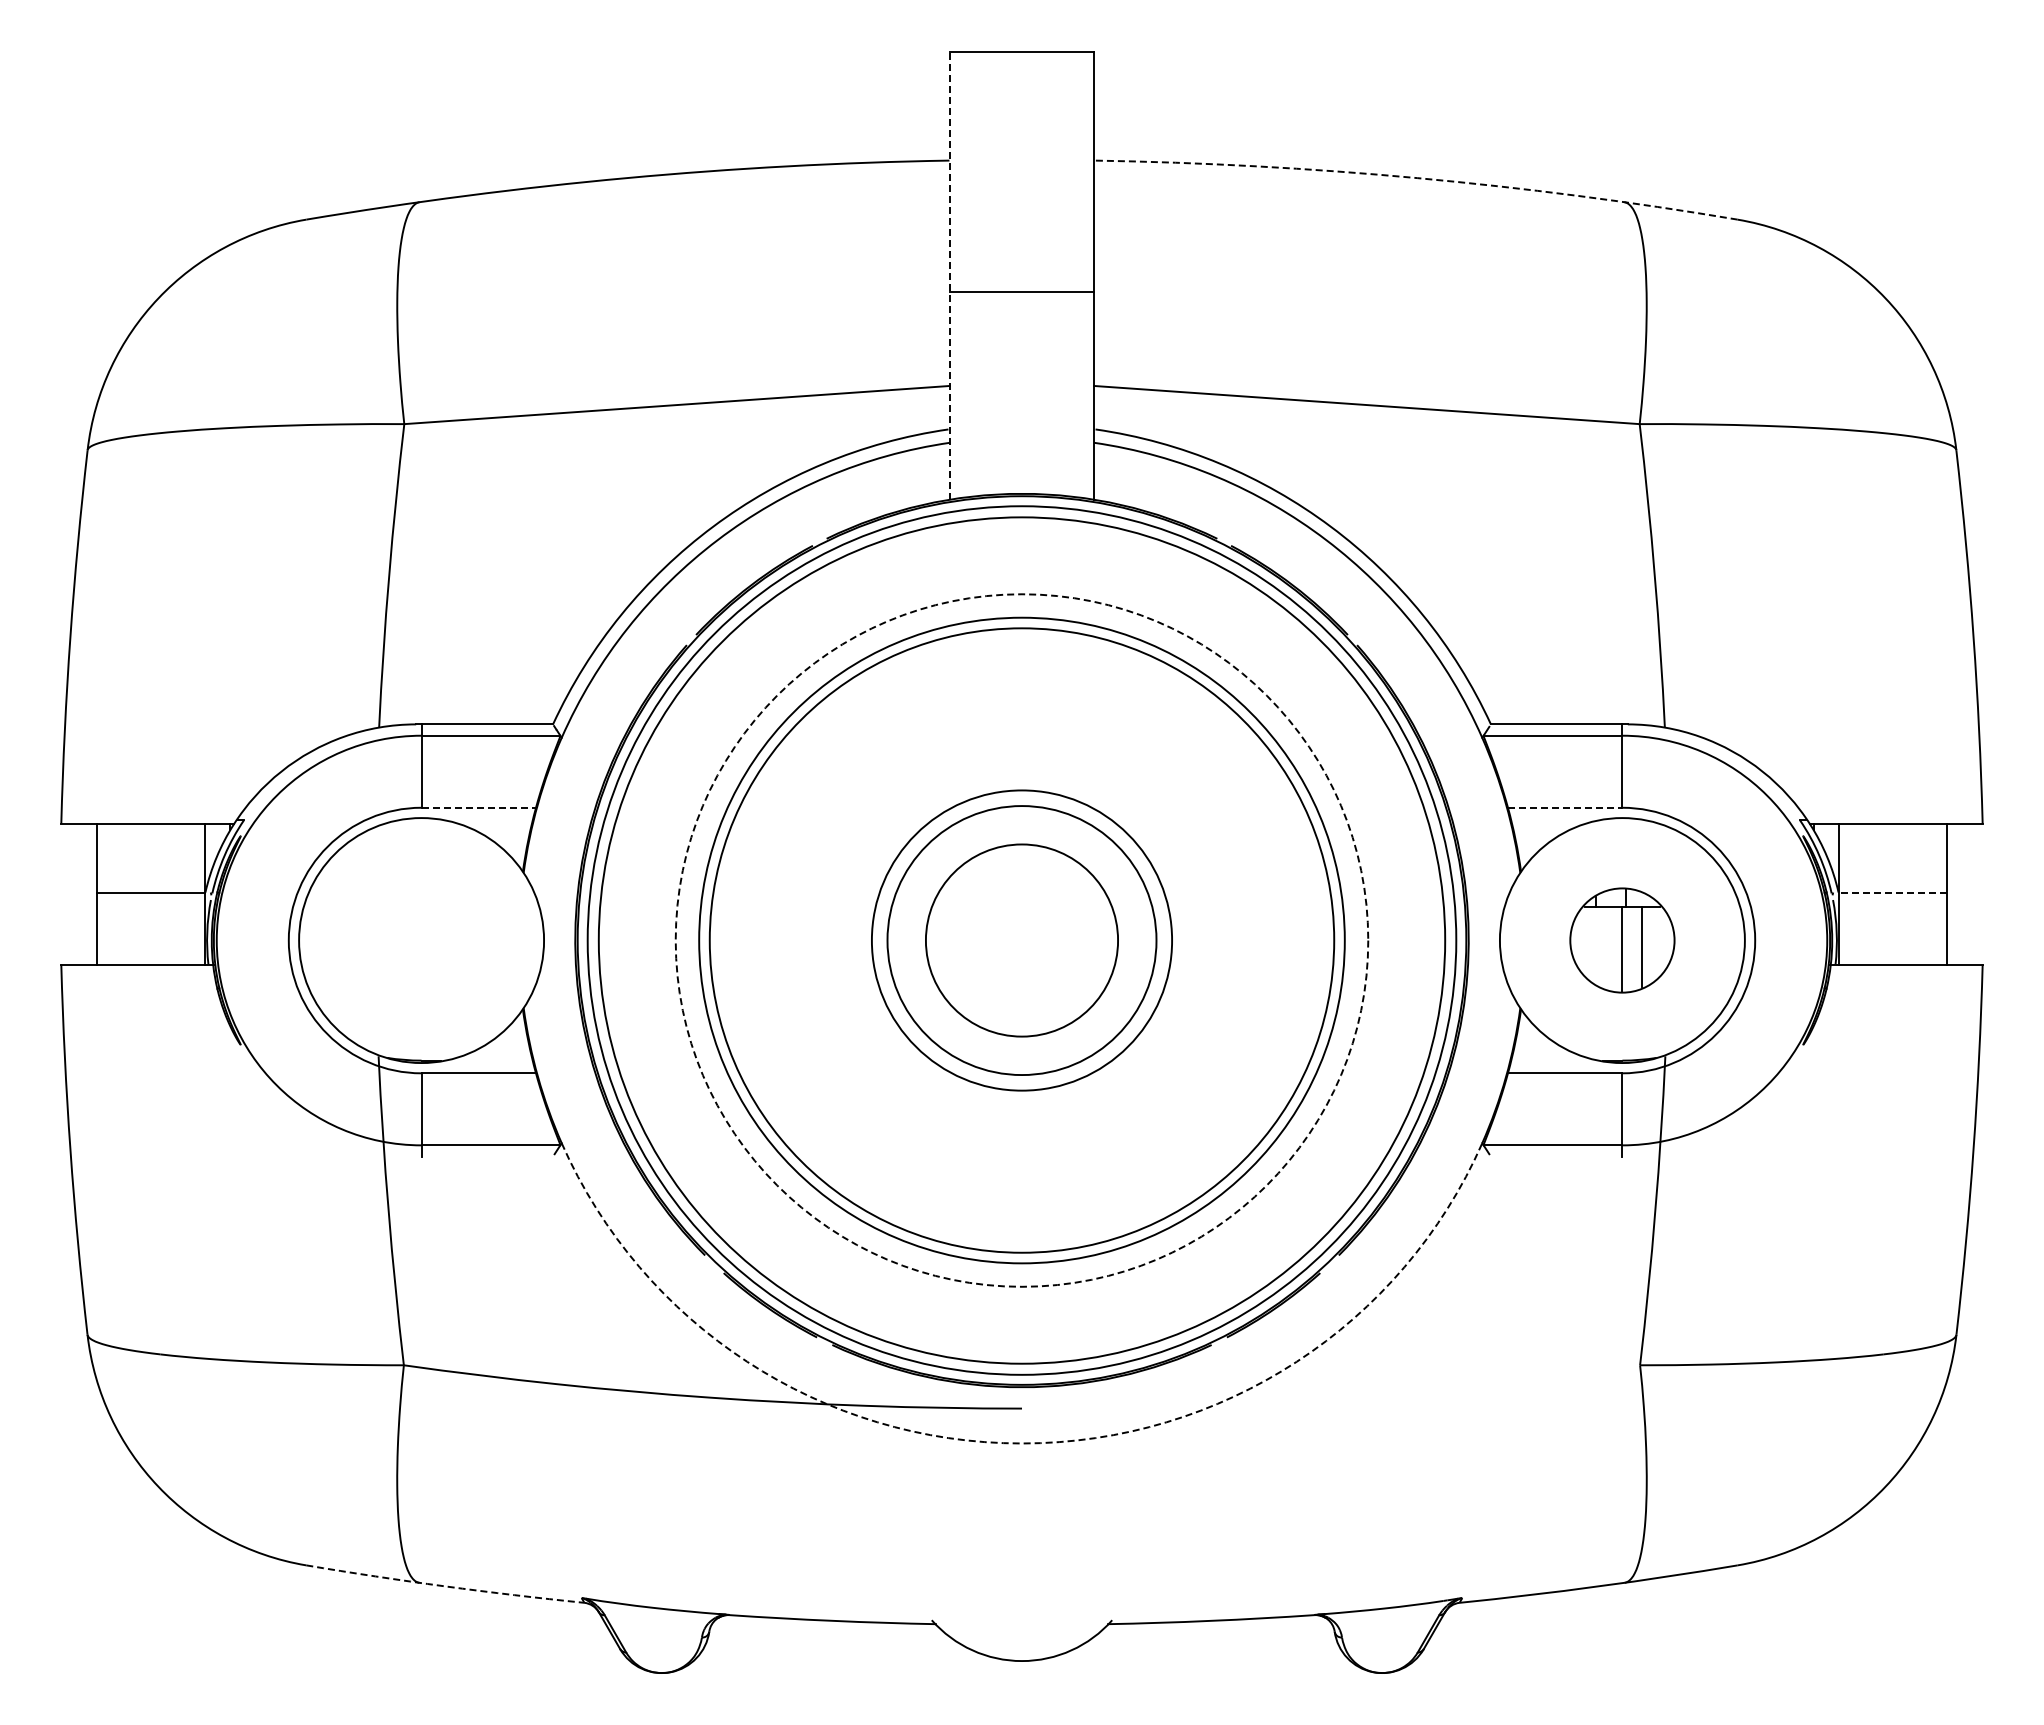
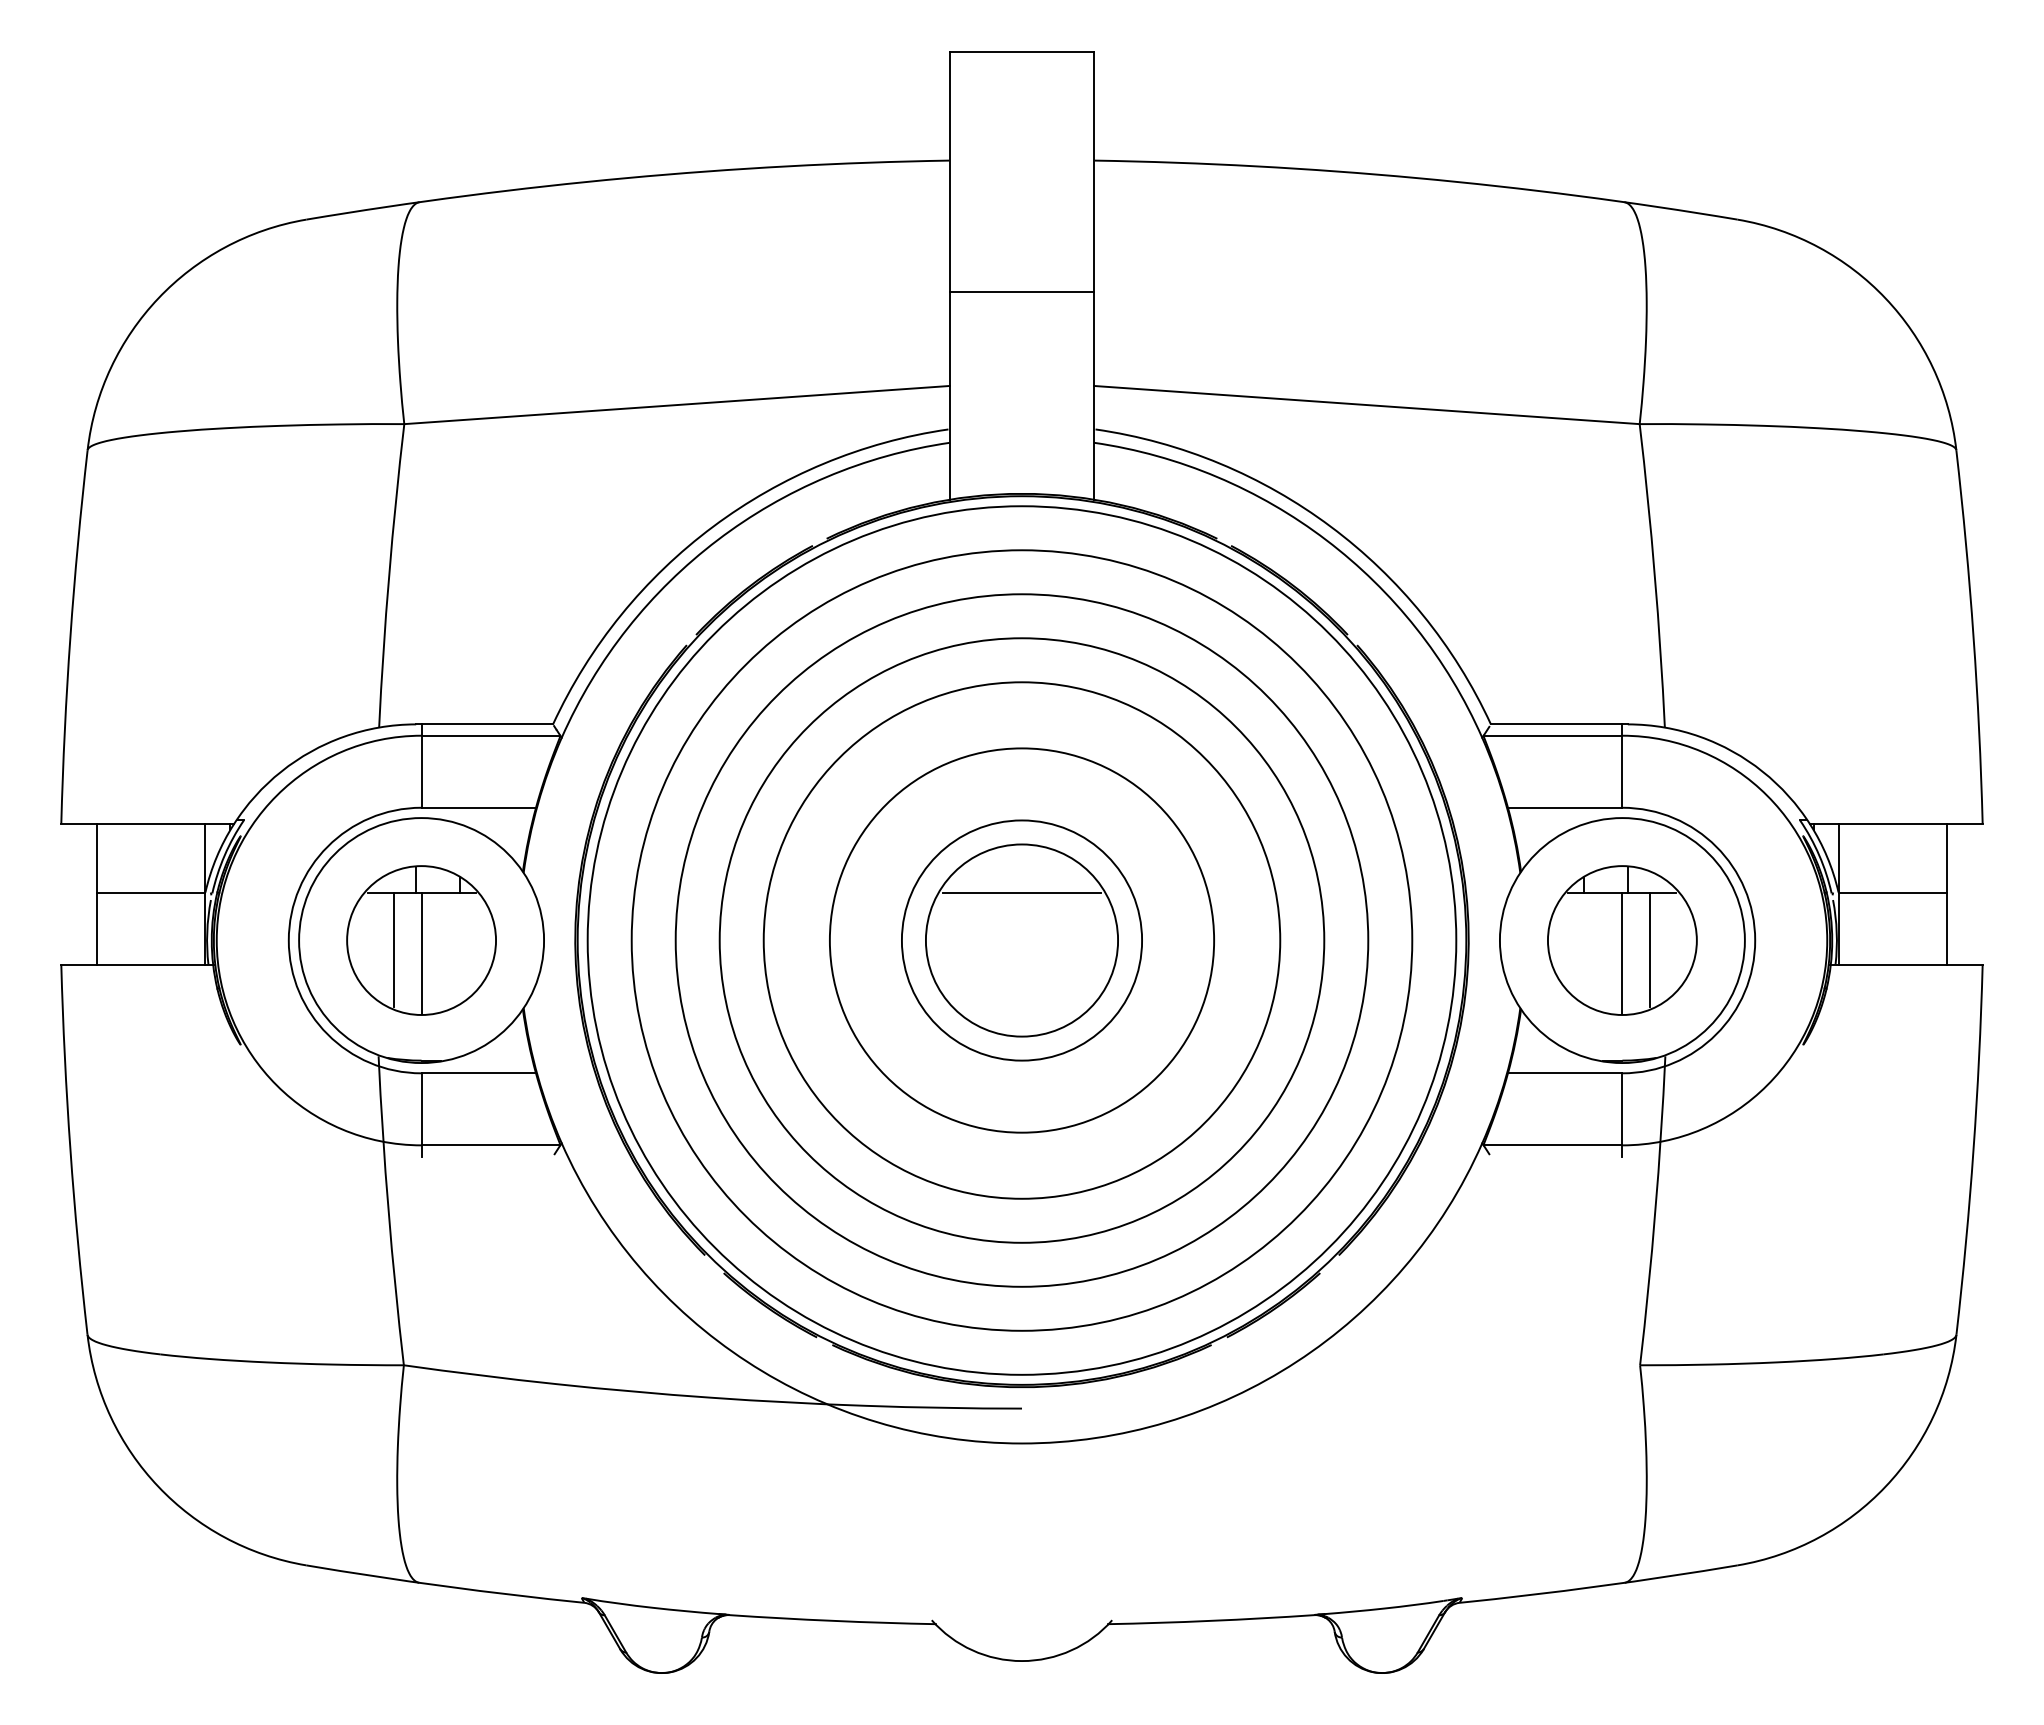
arc at (1417, 178): dashed -> solid
line at (949, 275): dashed -> solid
line at (479, 807): dashed -> solid
line at (1565, 807): dashed -> solid
line at (1021, 892): none -> present
line at (1892, 892): dashed -> solid
part at (421, 940): none -> present
circle at (1021, 940) diameter: 269 px -> 384 px
circle at (1021, 940) diameter: 300 px -> 240 px
circle at (1021, 940) diameter: 624 px -> 781 px
circle at (1021, 940) diameter: 646 px -> 517 px
circle at (1021, 940) diameter: 846 px -> 605 px
circle at (1021, 940): dashed -> solid
part at (1622, 940) size: 107x107 px -> 151x151 px
arc at (1022, 1443): dashed -> solid
arc at (444, 1586): dashed -> solid
